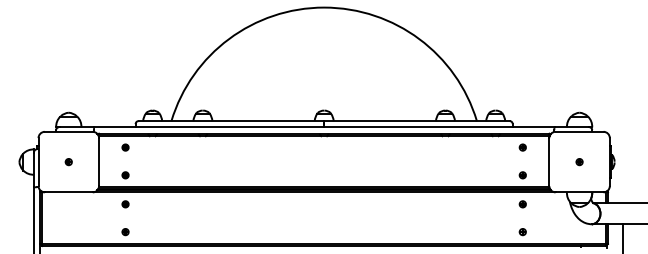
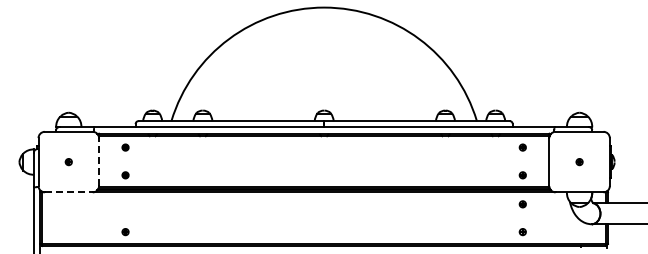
line at (99, 162): solid -> dashed
line at (68, 192): solid -> dashed
part at (125, 204): present -> none
line at (623, 237): present -> none
